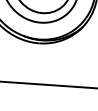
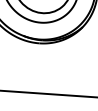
line at (48, 84) position: (48, 84) -> (48, 93)
